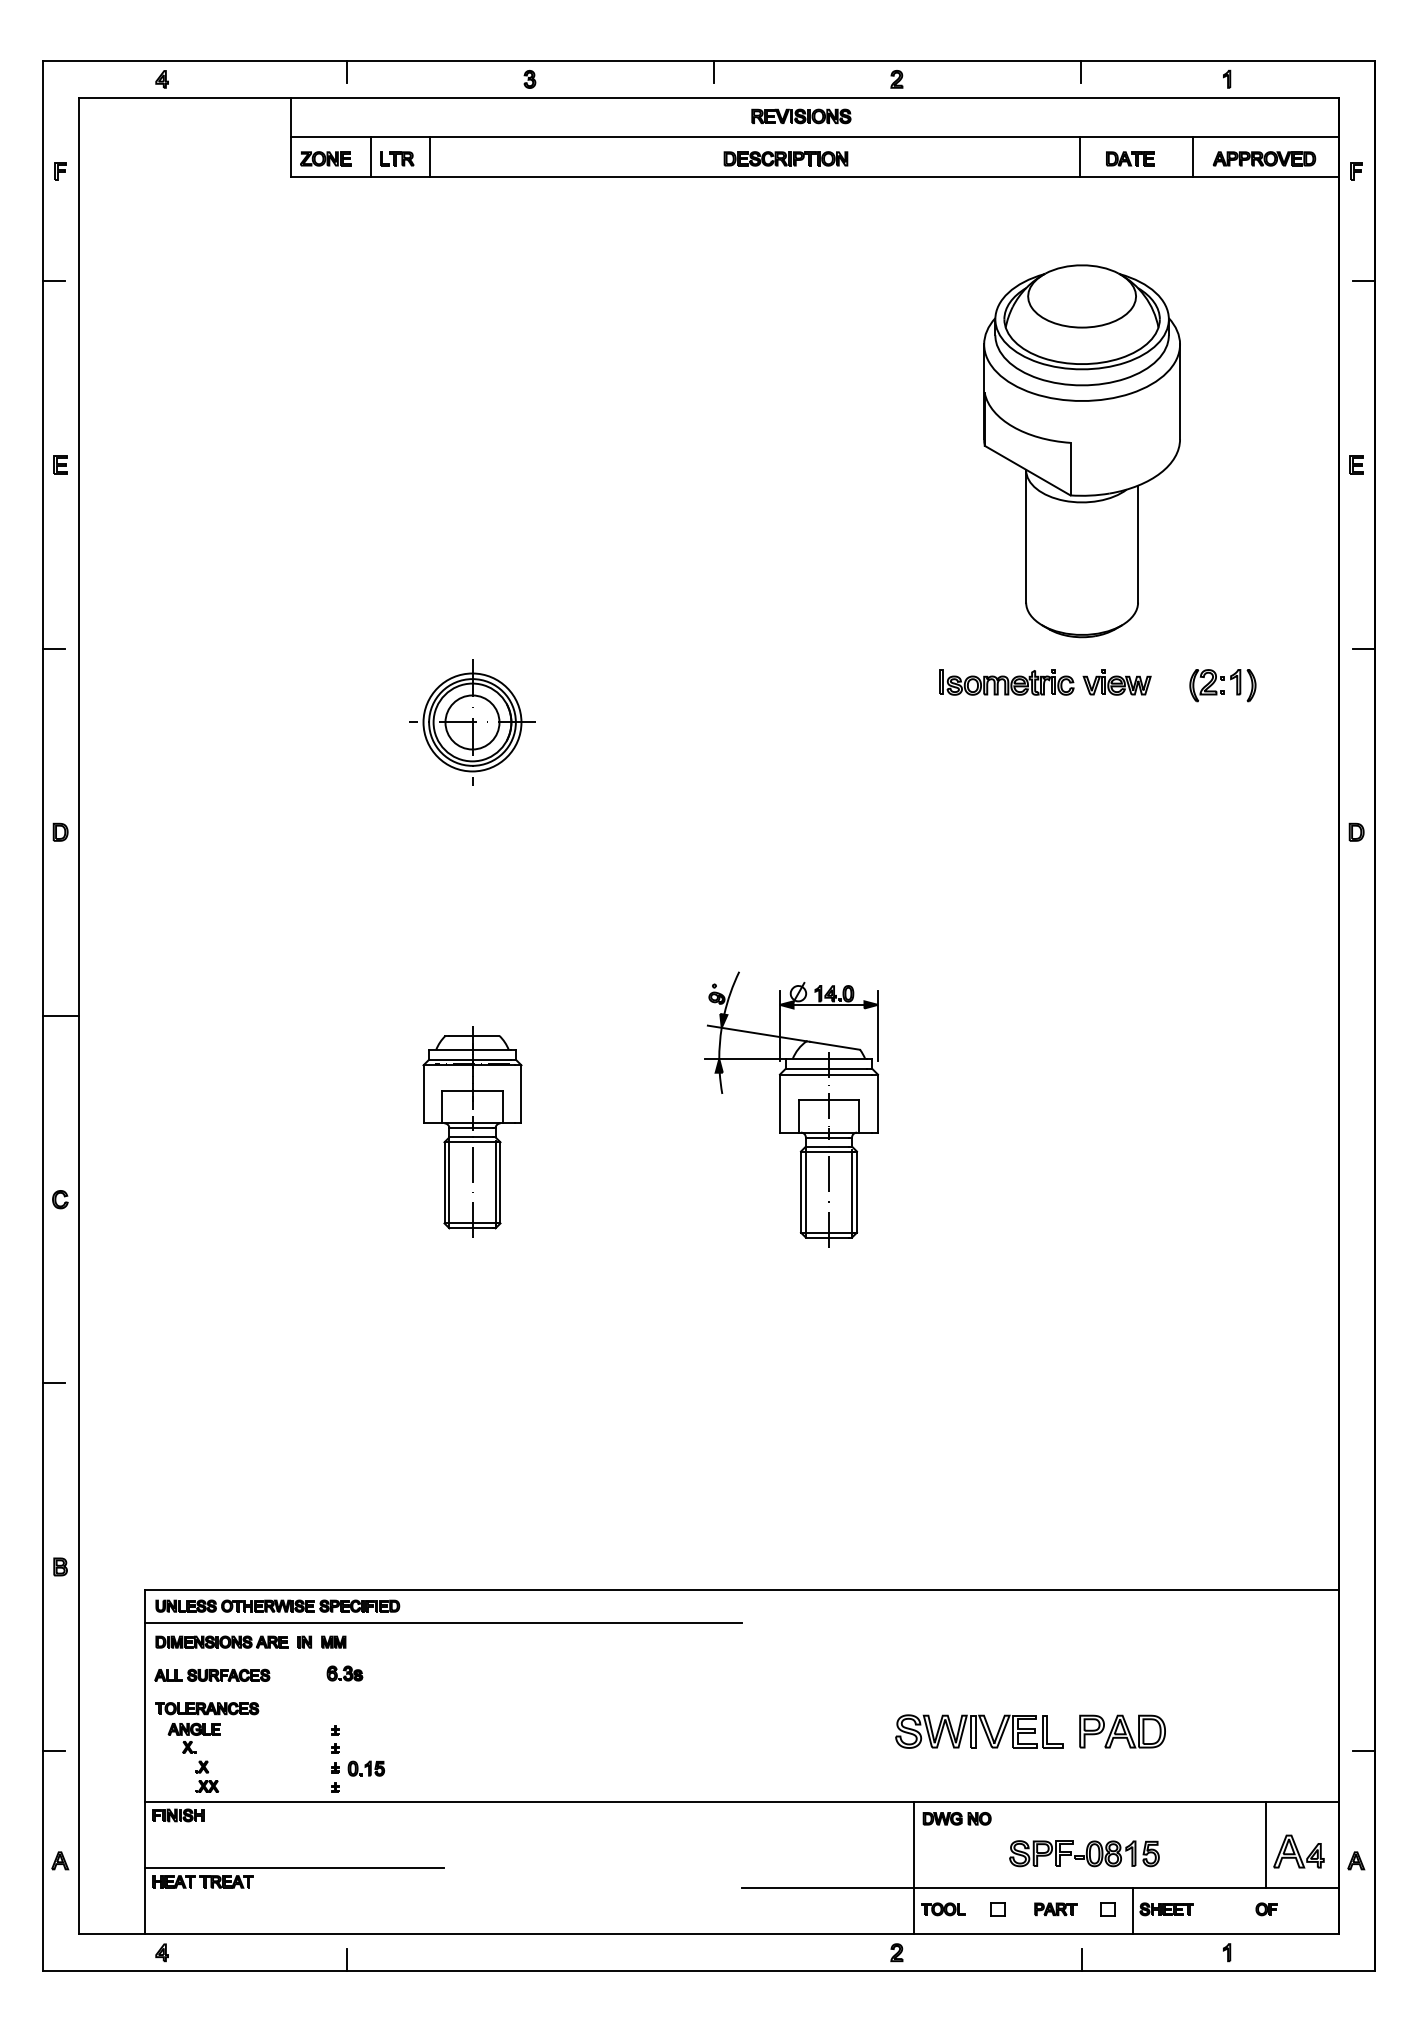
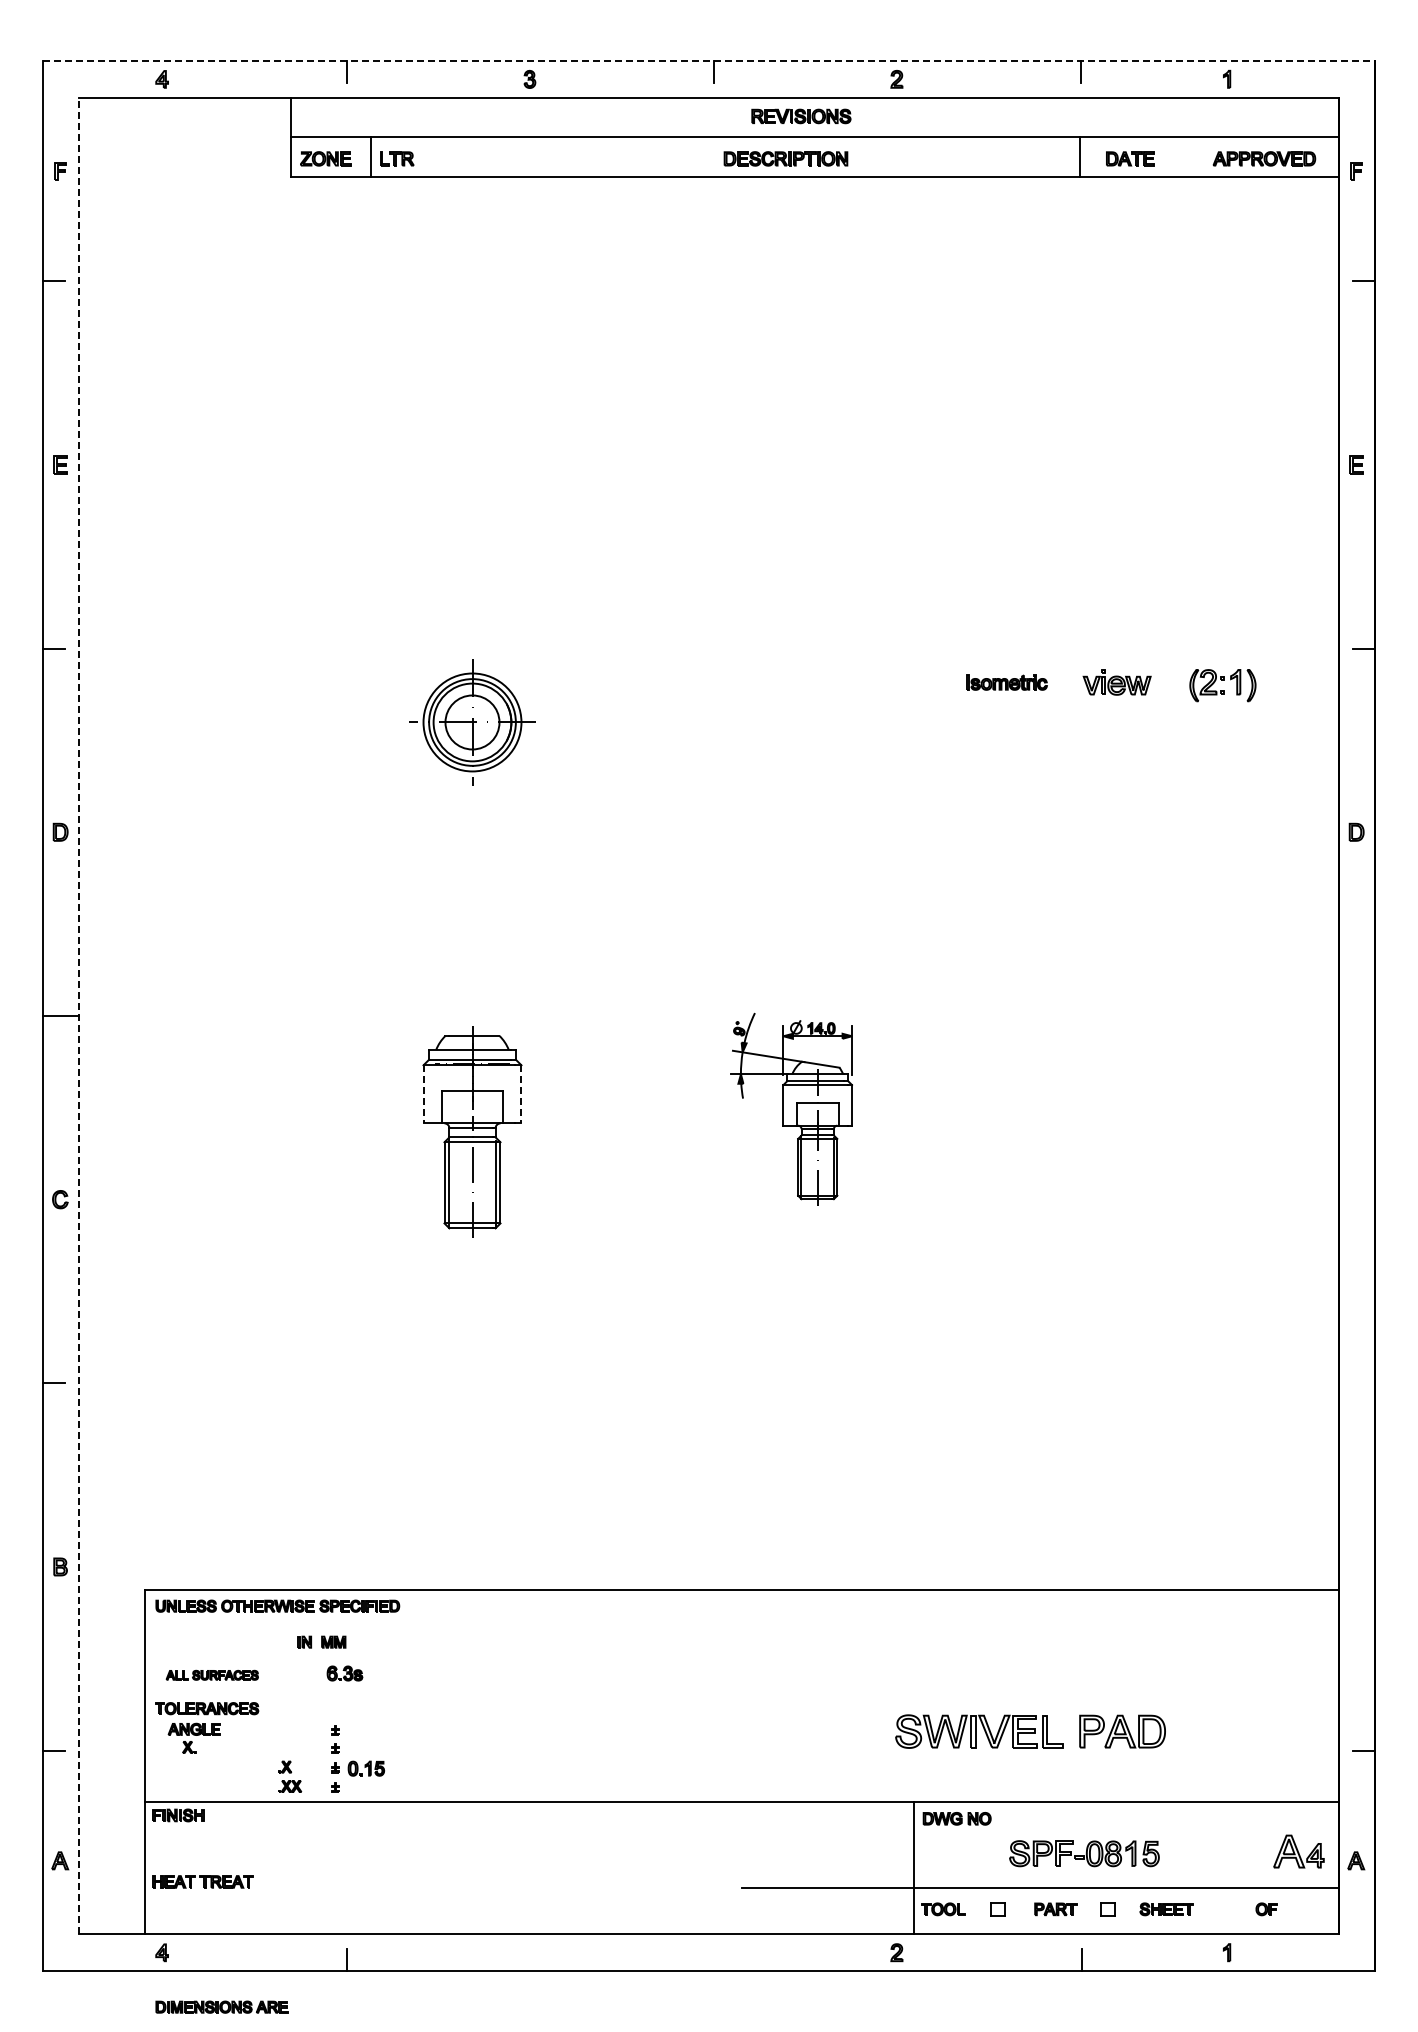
line at (709, 60): solid -> dashed
line at (430, 157): present -> none
line at (1192, 157): present -> none
part at (1081, 451): present -> none
part at (1006, 682) size: 136x27 px -> 82x17 px
line at (79, 1015): solid -> dashed
line at (423, 1094): solid -> dashed
line at (521, 1094): solid -> dashed
part at (791, 1109) size: 175x277 px -> 123x194 px
line at (443, 1622): present -> none
part at (221, 1641) position: (221, 1641) -> (221, 2006)
part at (212, 1674) size: 117x14 px -> 94x12 px
part at (207, 1776) position: (207, 1776) -> (290, 1776)
line at (1265, 1844): present -> none
line at (294, 1868): present -> none
line at (1133, 1910): present -> none
